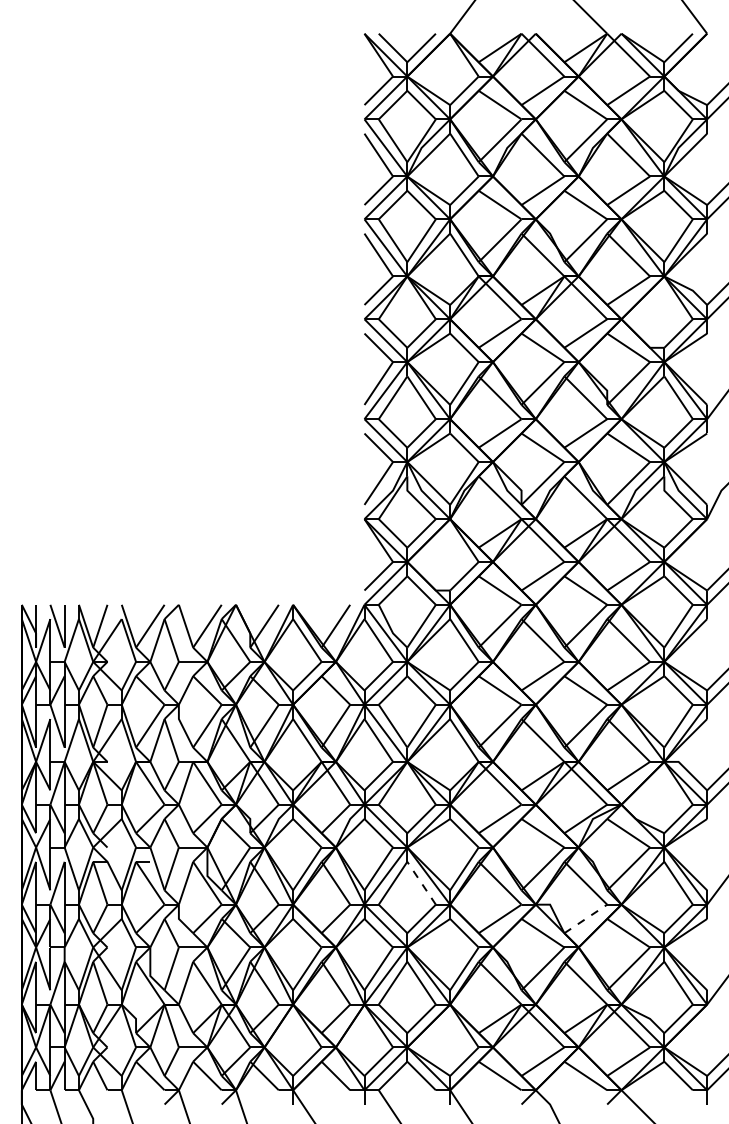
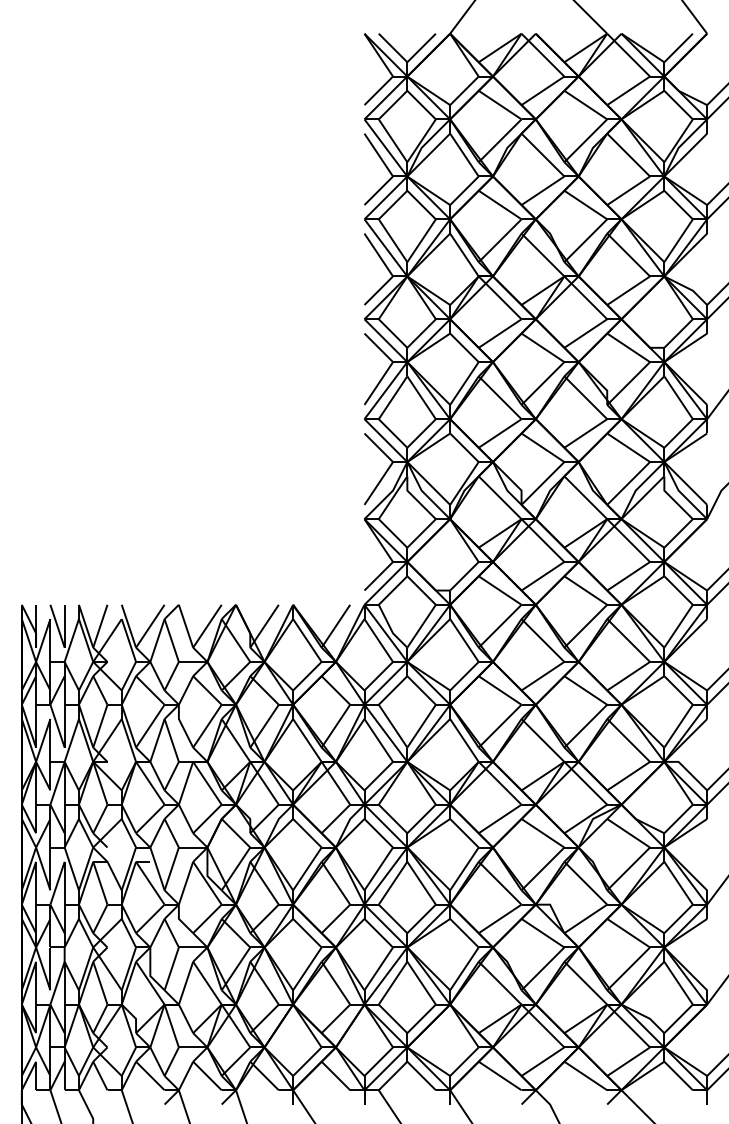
line at (421, 883): dashed -> solid
line at (585, 918): dashed -> solid
